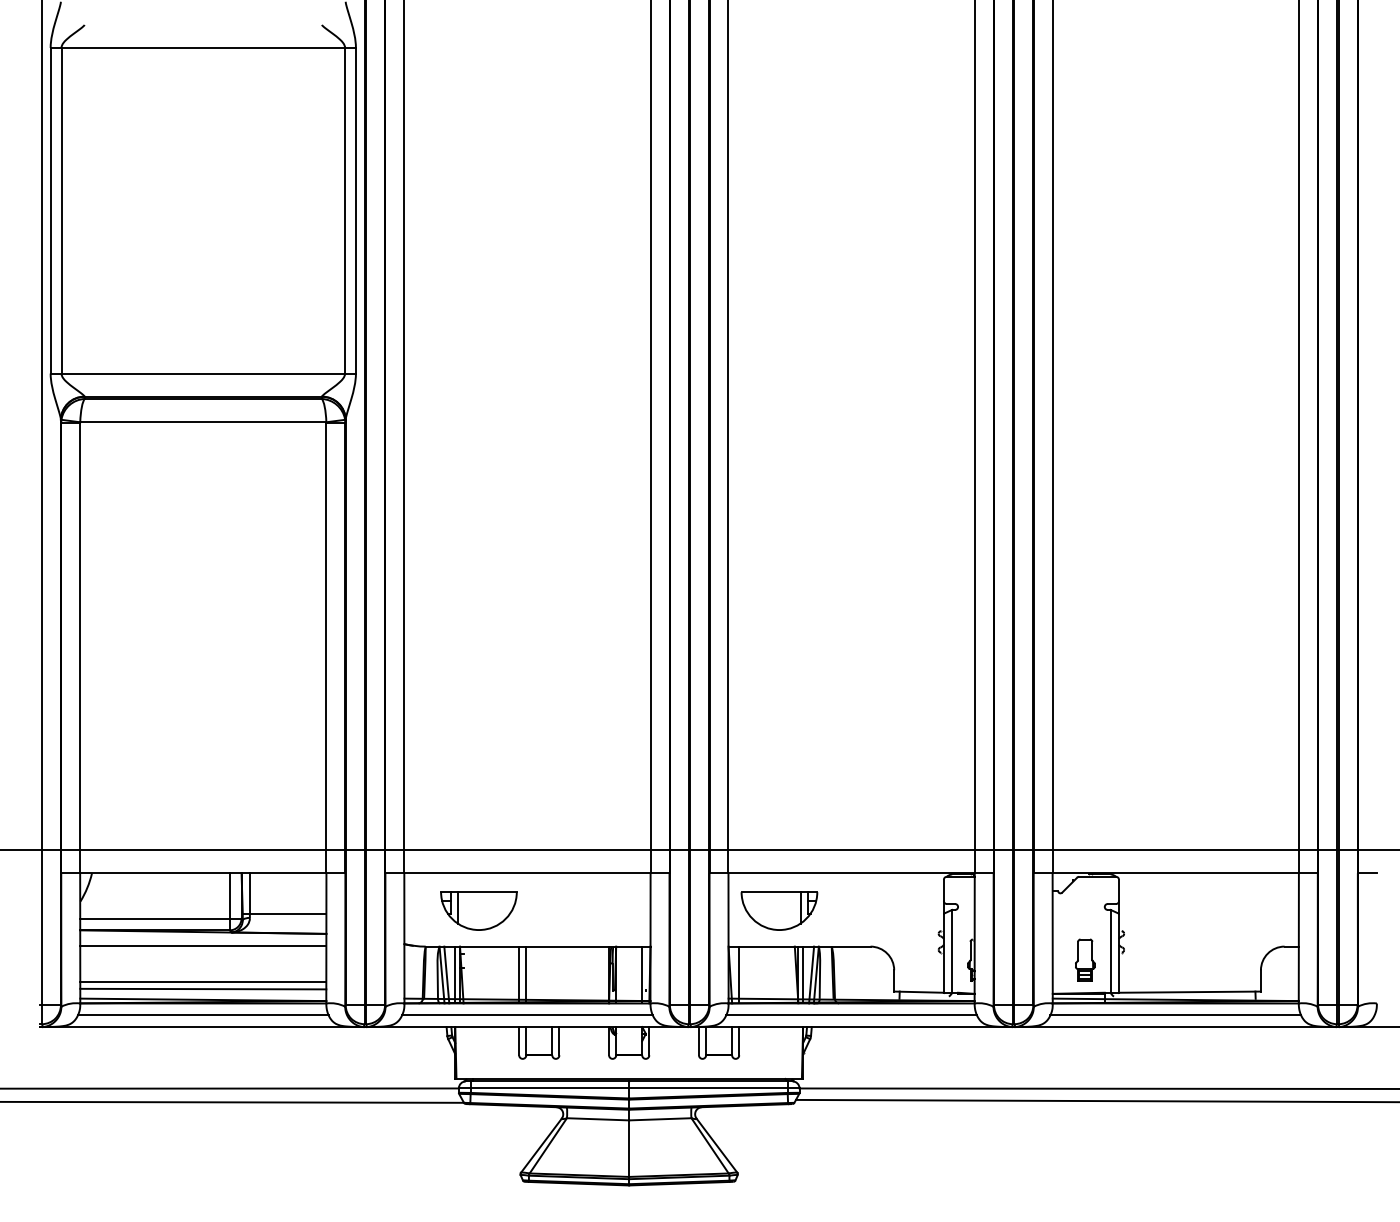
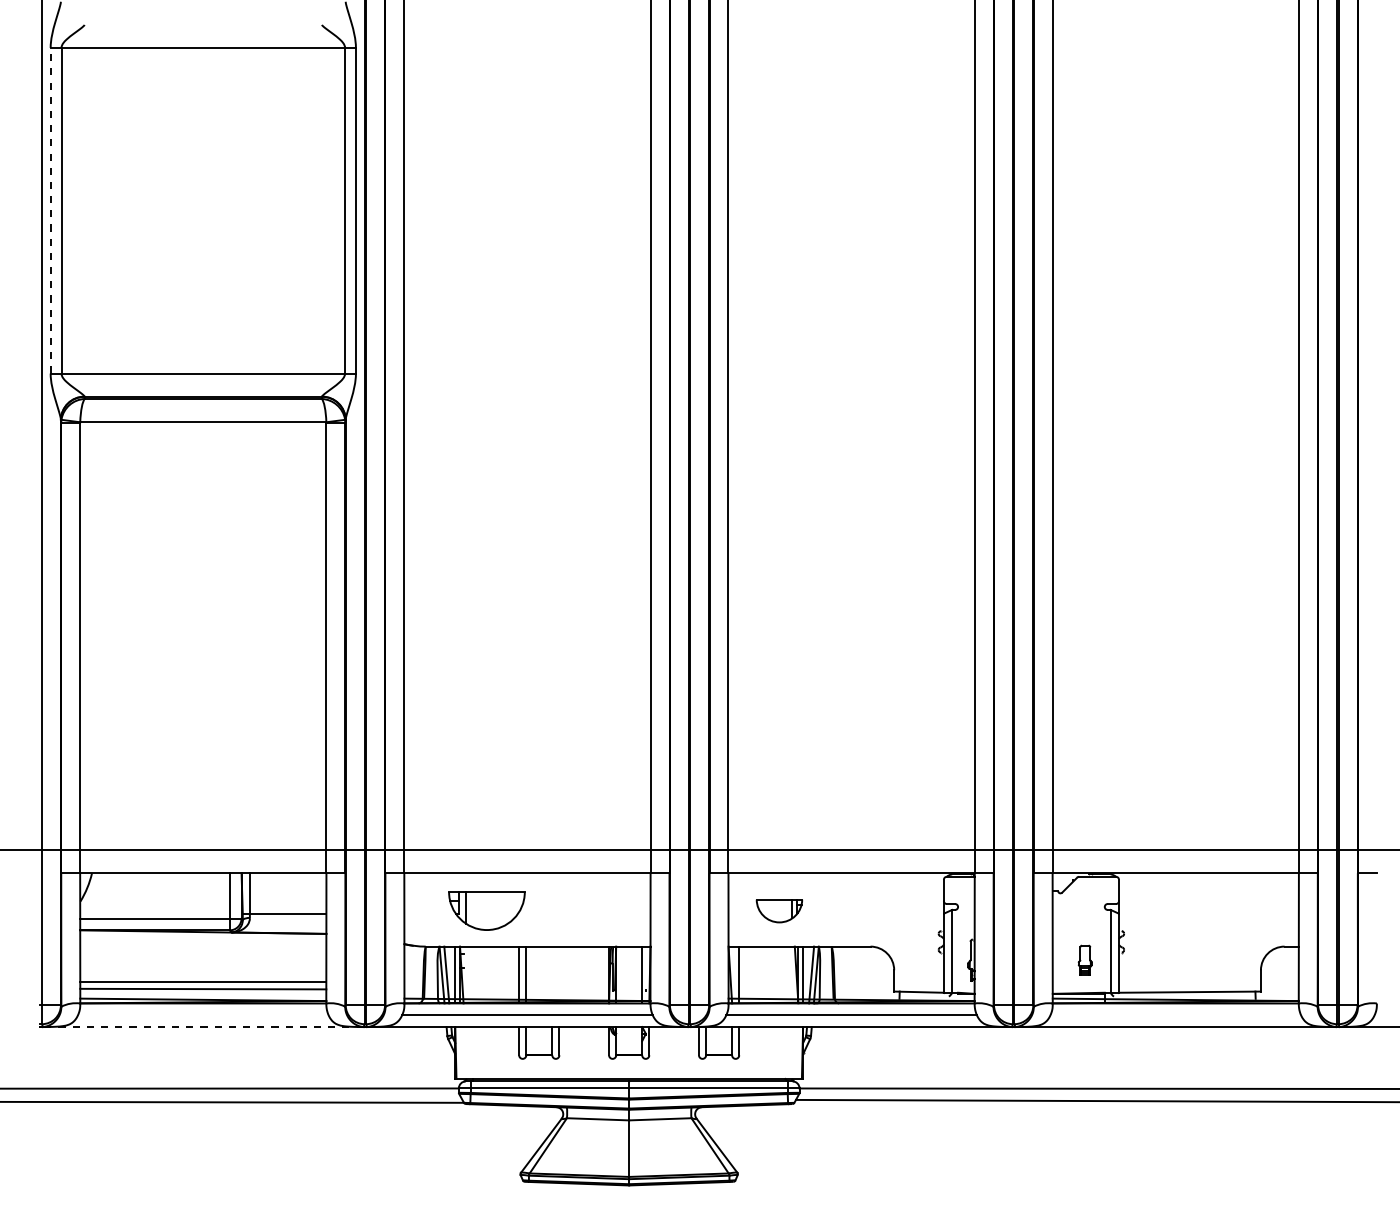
line at (50, 210): solid -> dashed
part at (478, 910) position: (478, 910) -> (486, 910)
part at (779, 910) size: 79x40 px -> 49x25 px
line at (203, 945): present -> none
part at (1085, 959) size: 21x44 px -> 16x32 px
line at (202, 1015): present -> none
line at (1175, 1015): present -> none
line at (203, 1027): solid -> dashed
